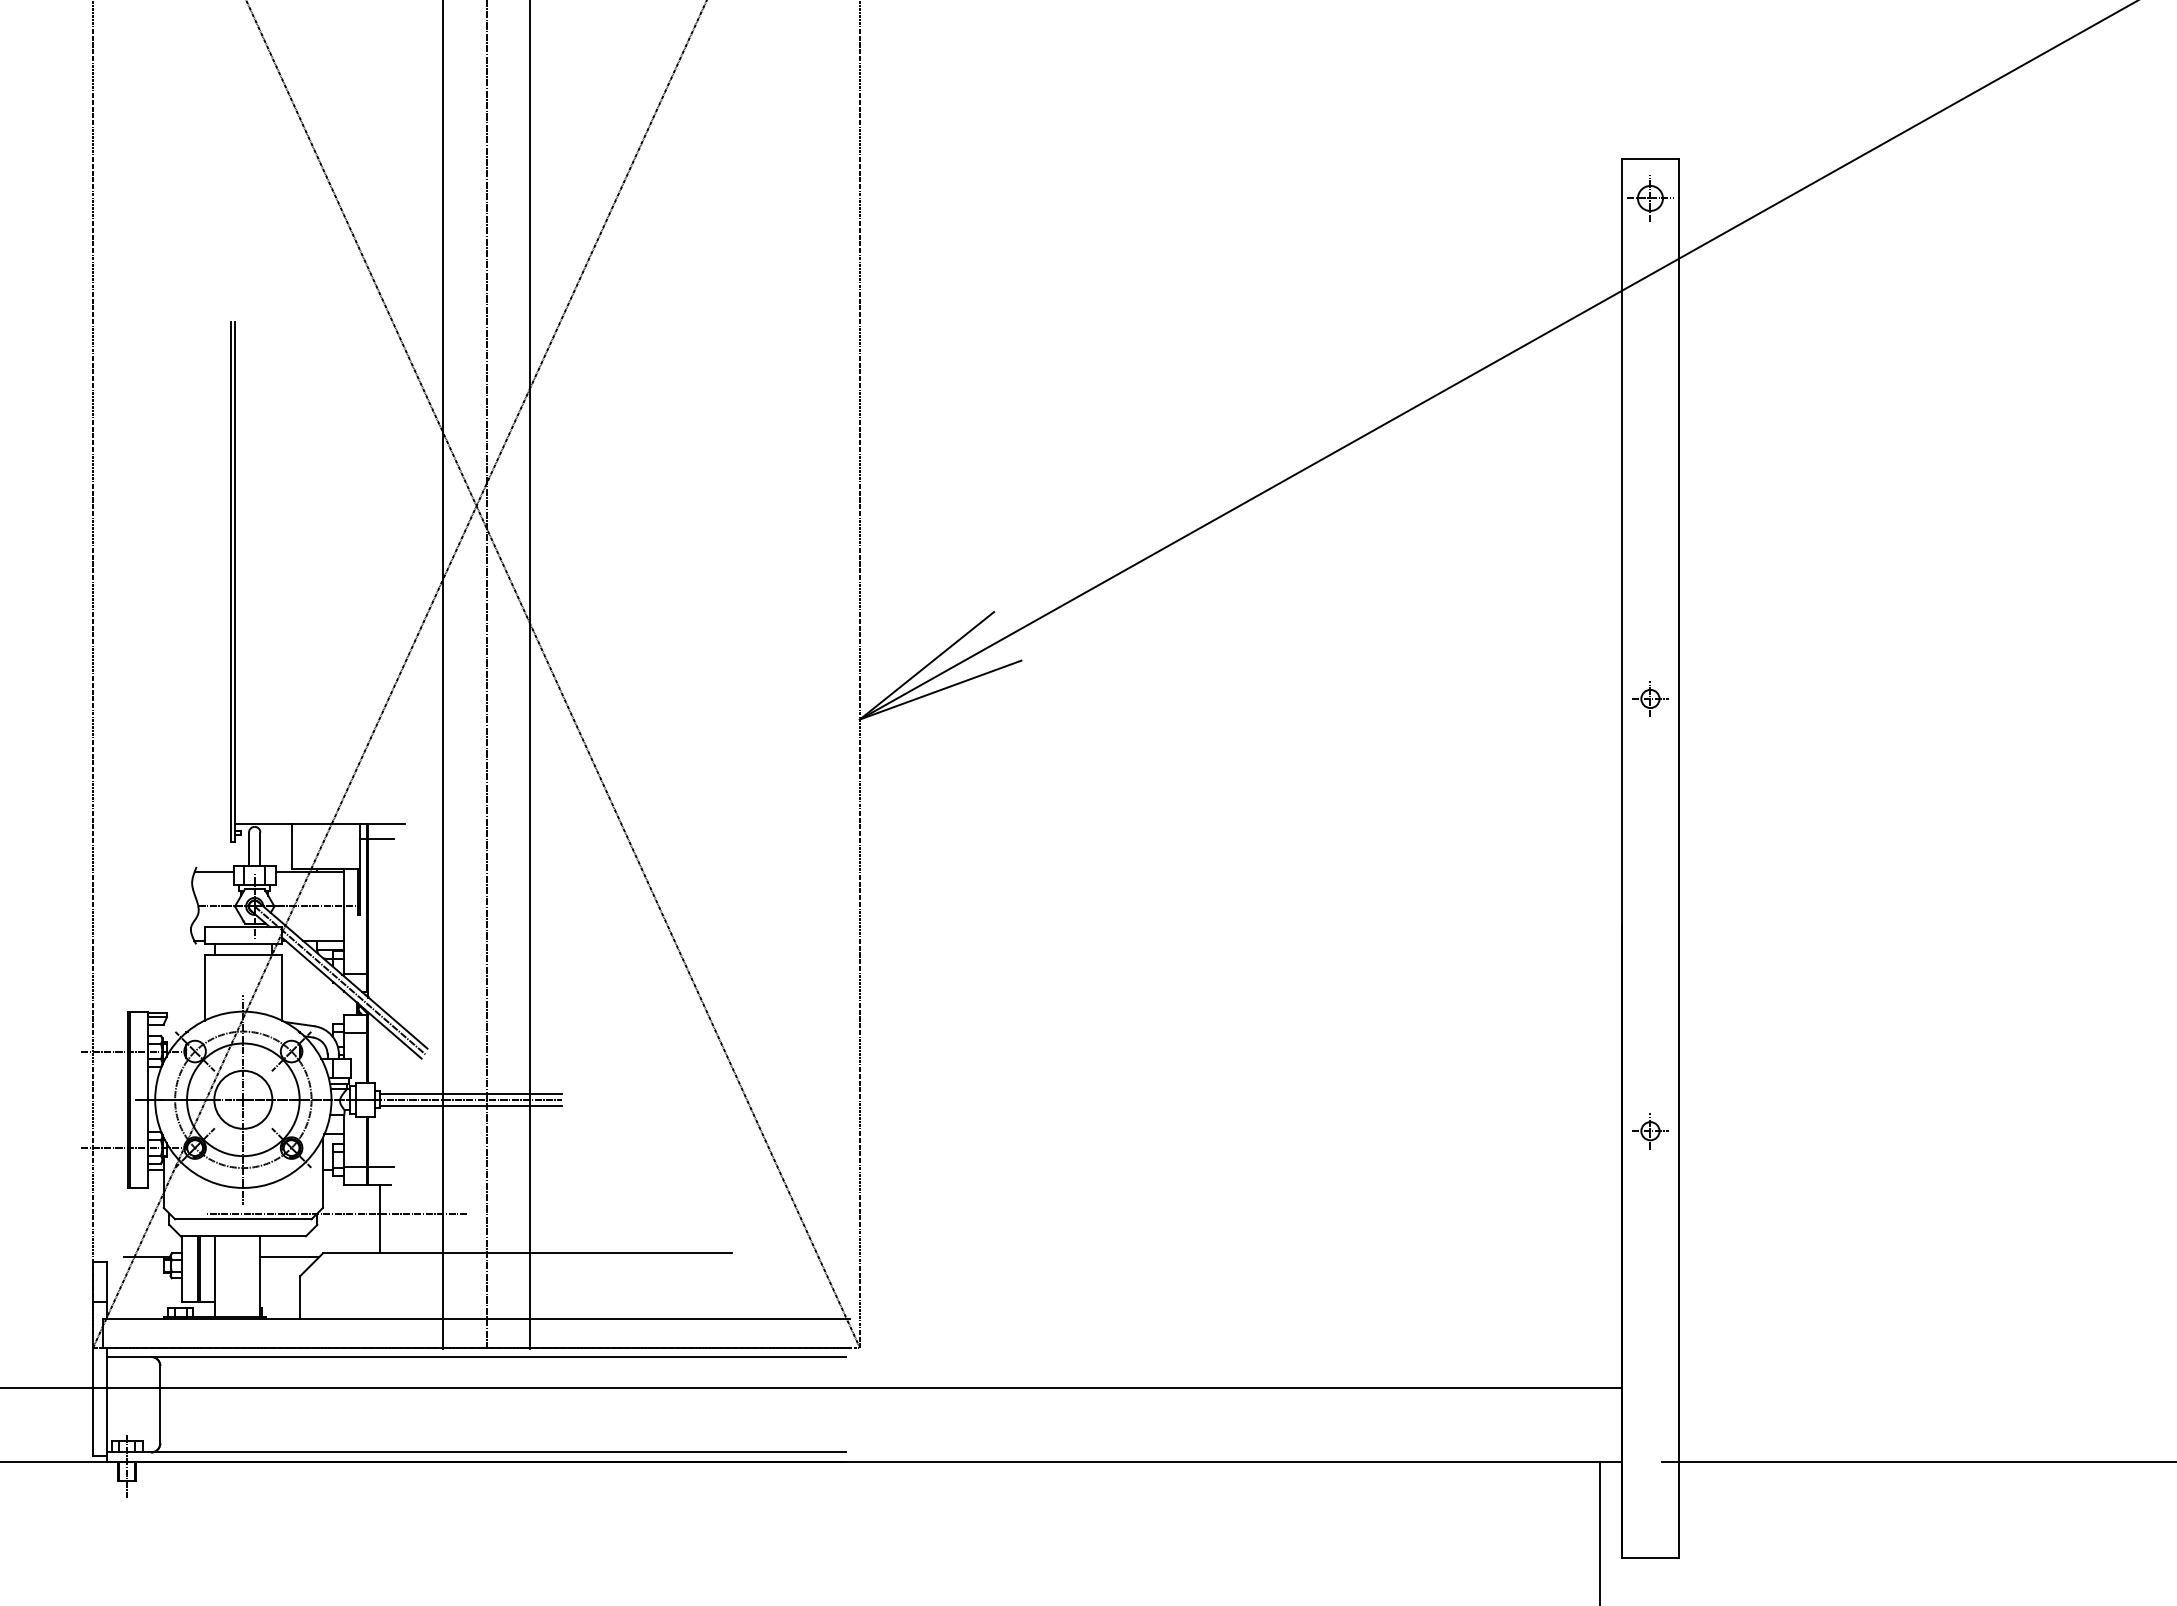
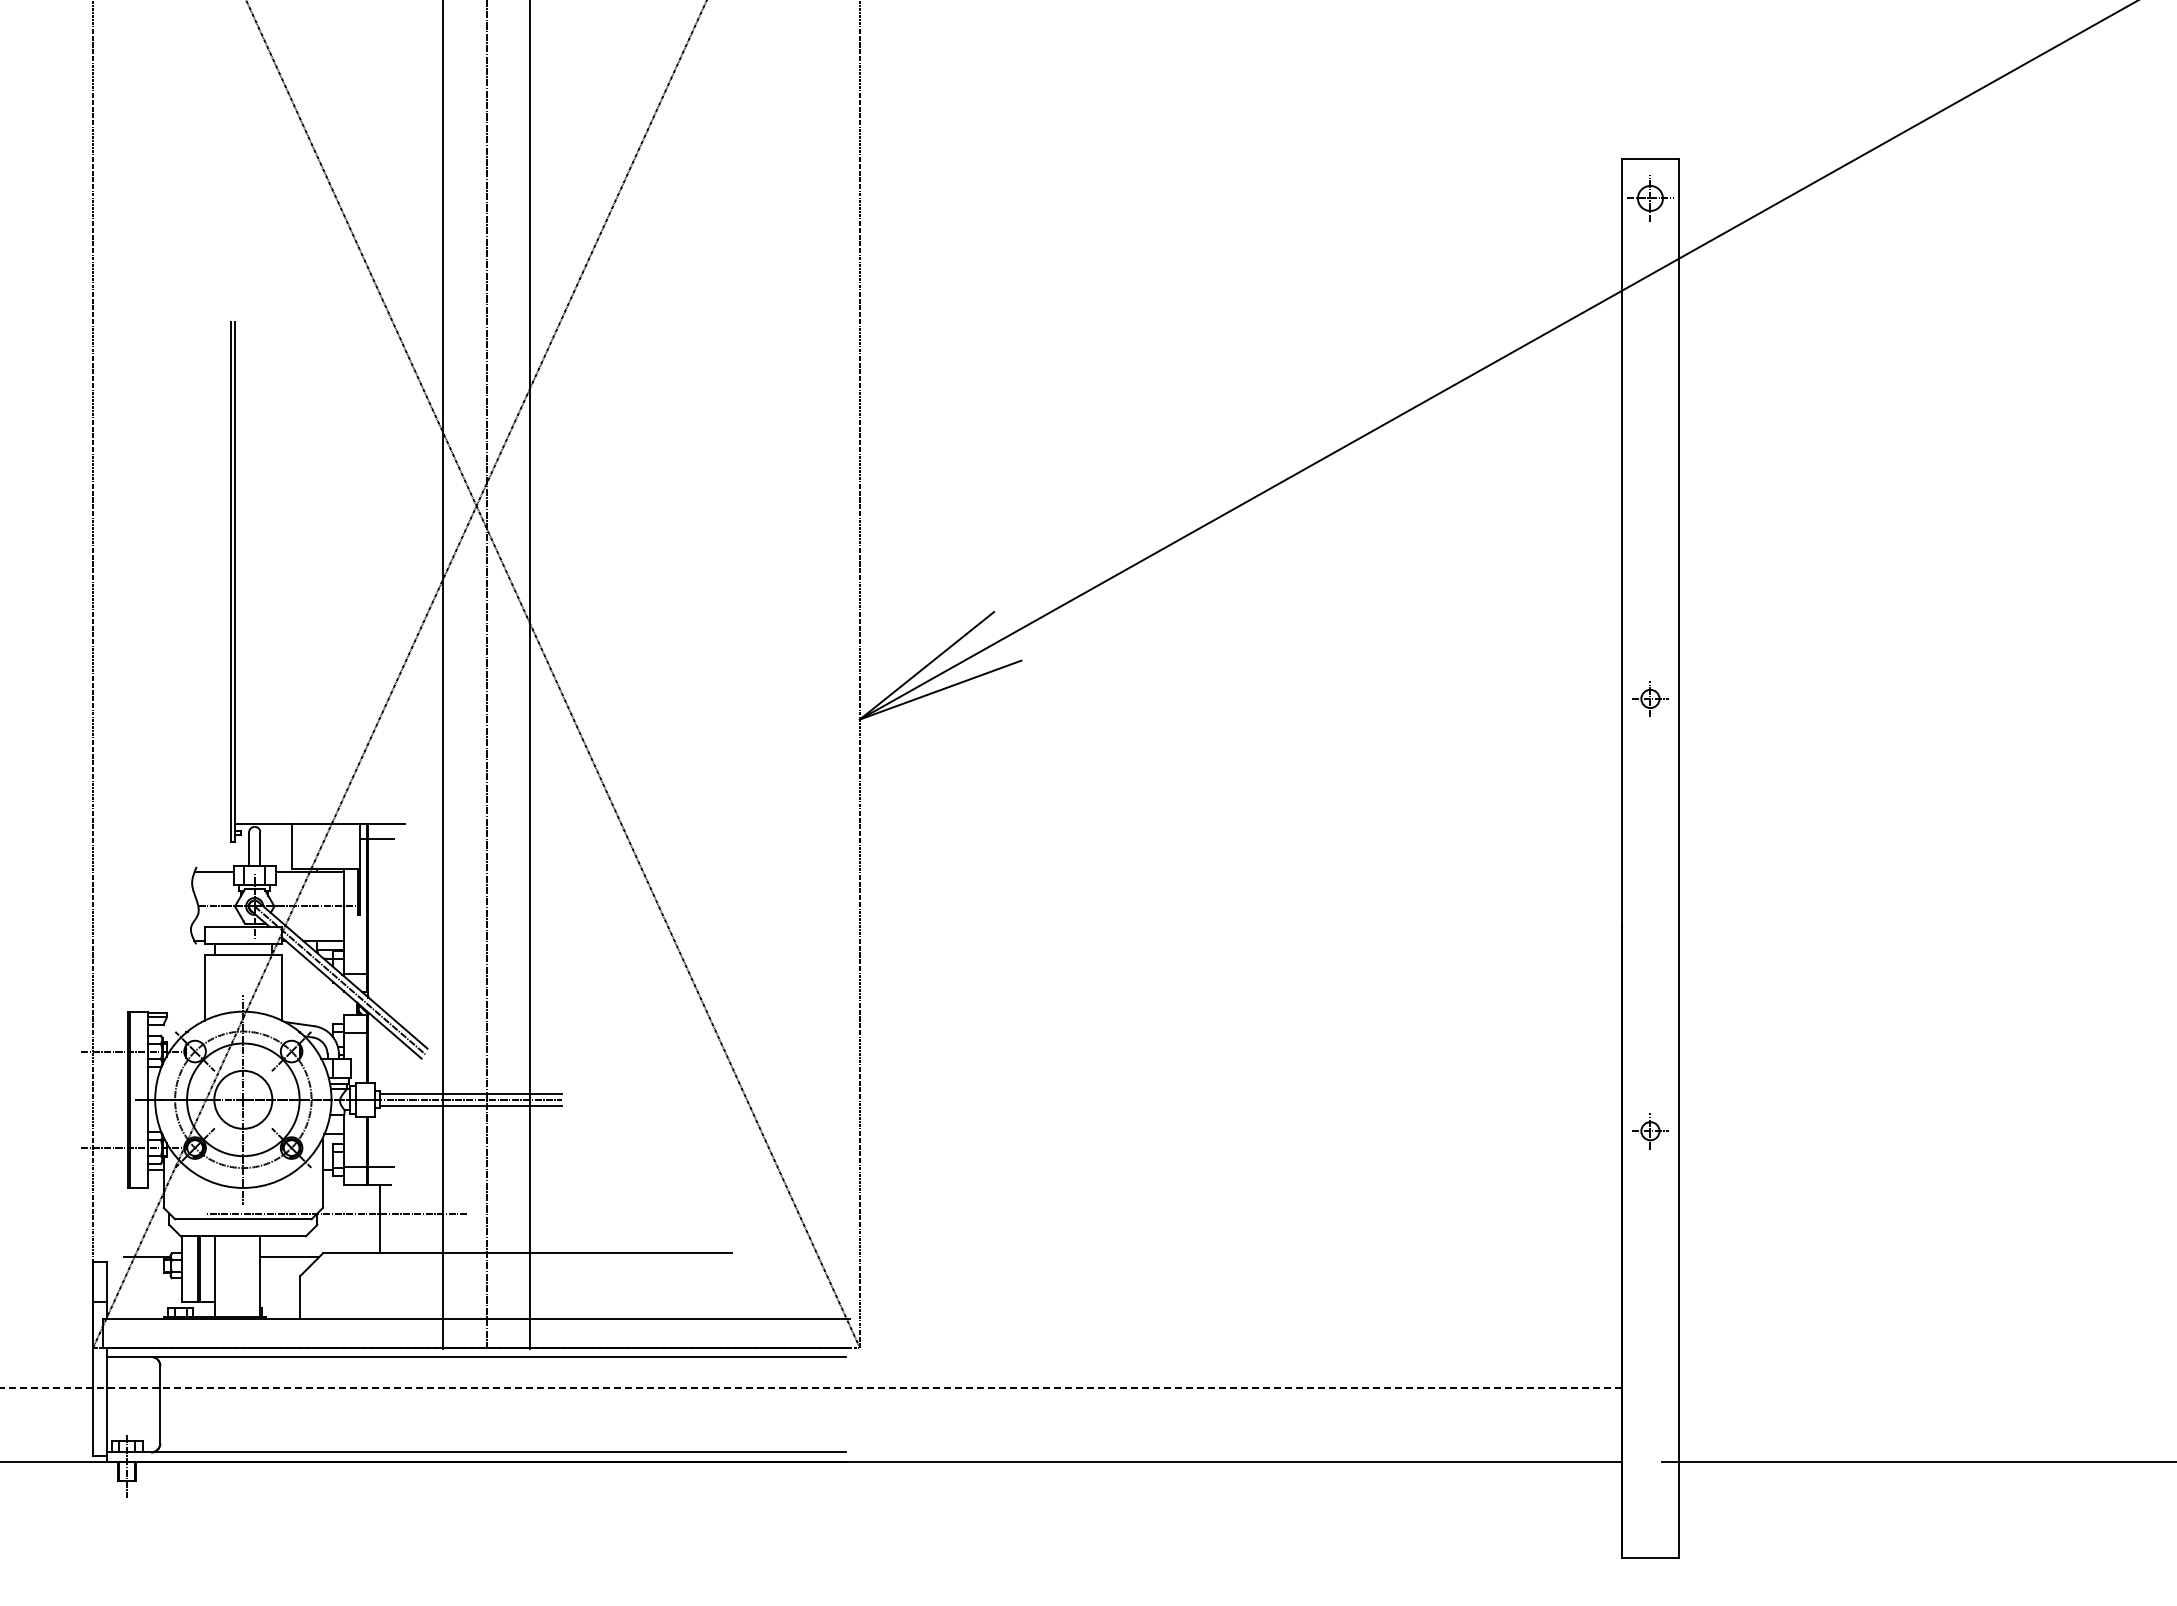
line at (811, 1387): solid -> dashed
line at (1599, 1531): present -> none
